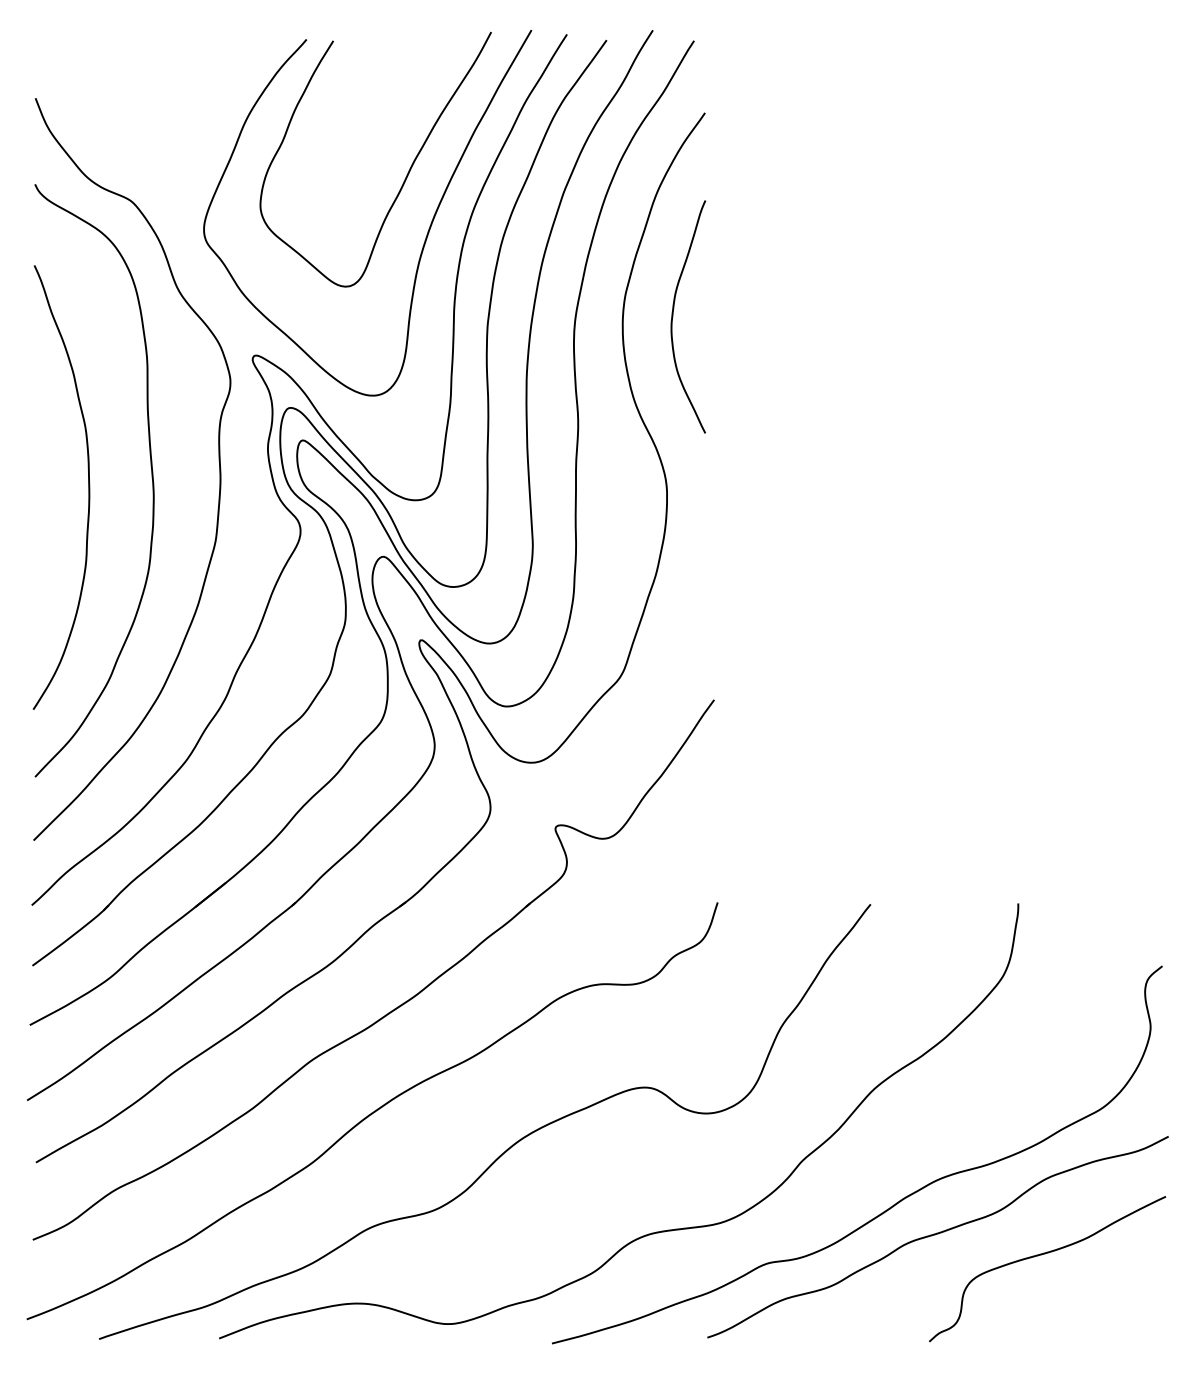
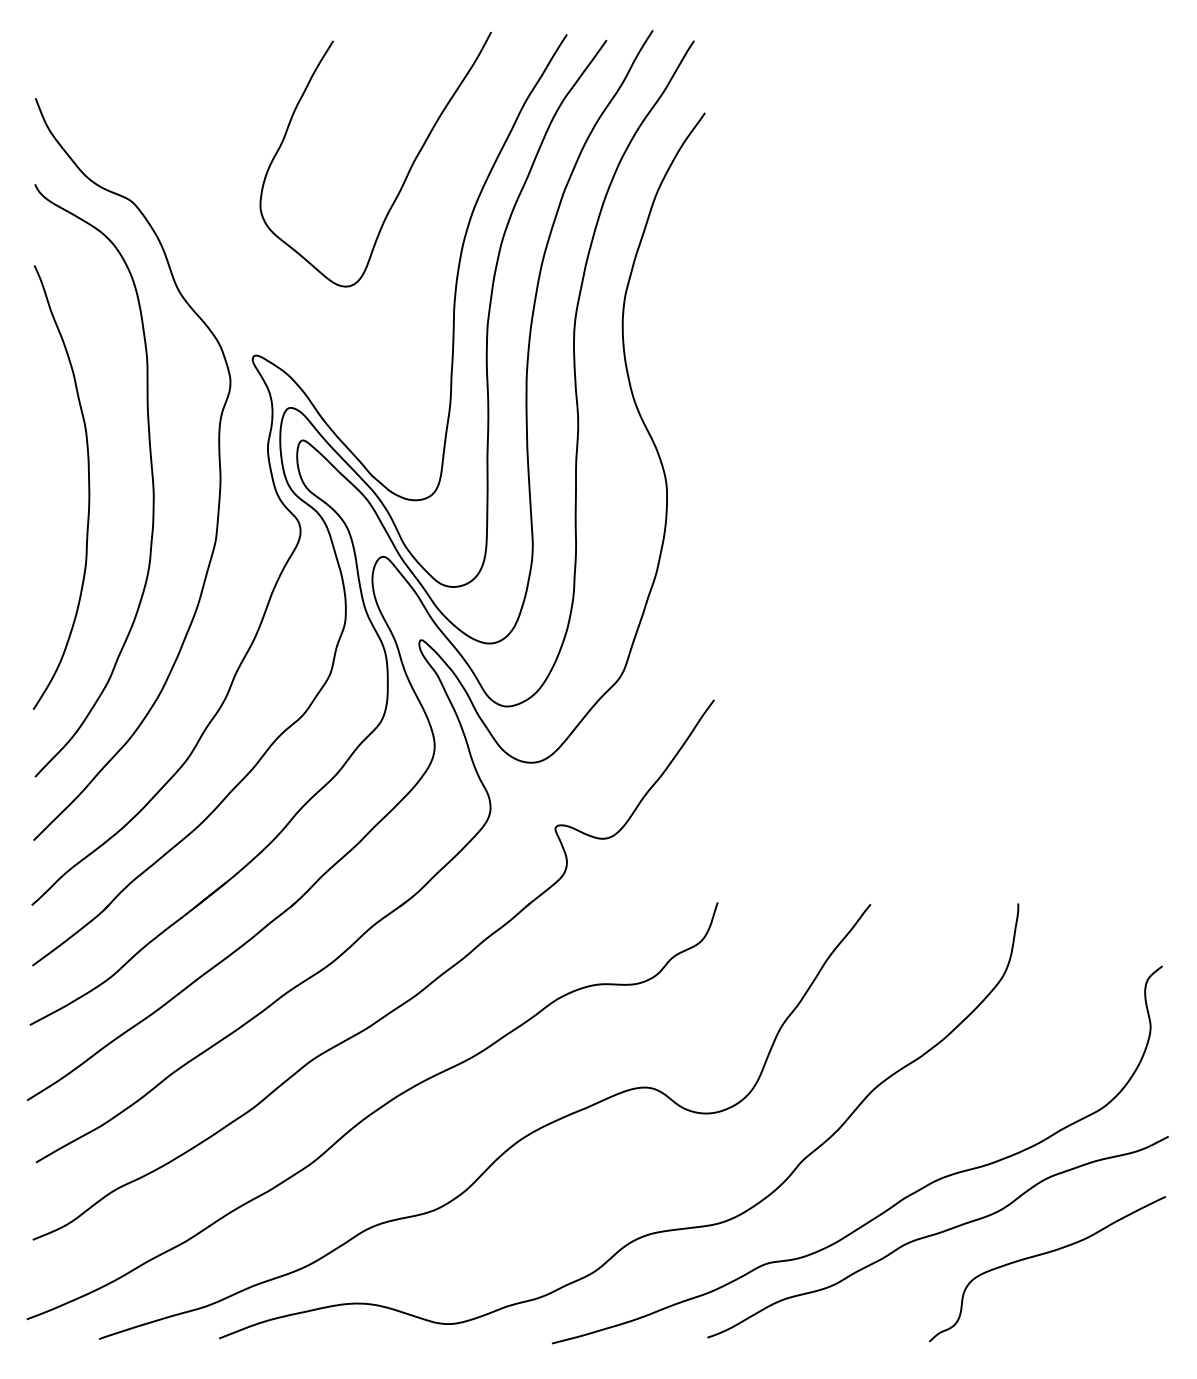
curve at (426, 234): present -> none
curve at (673, 316): present -> none
